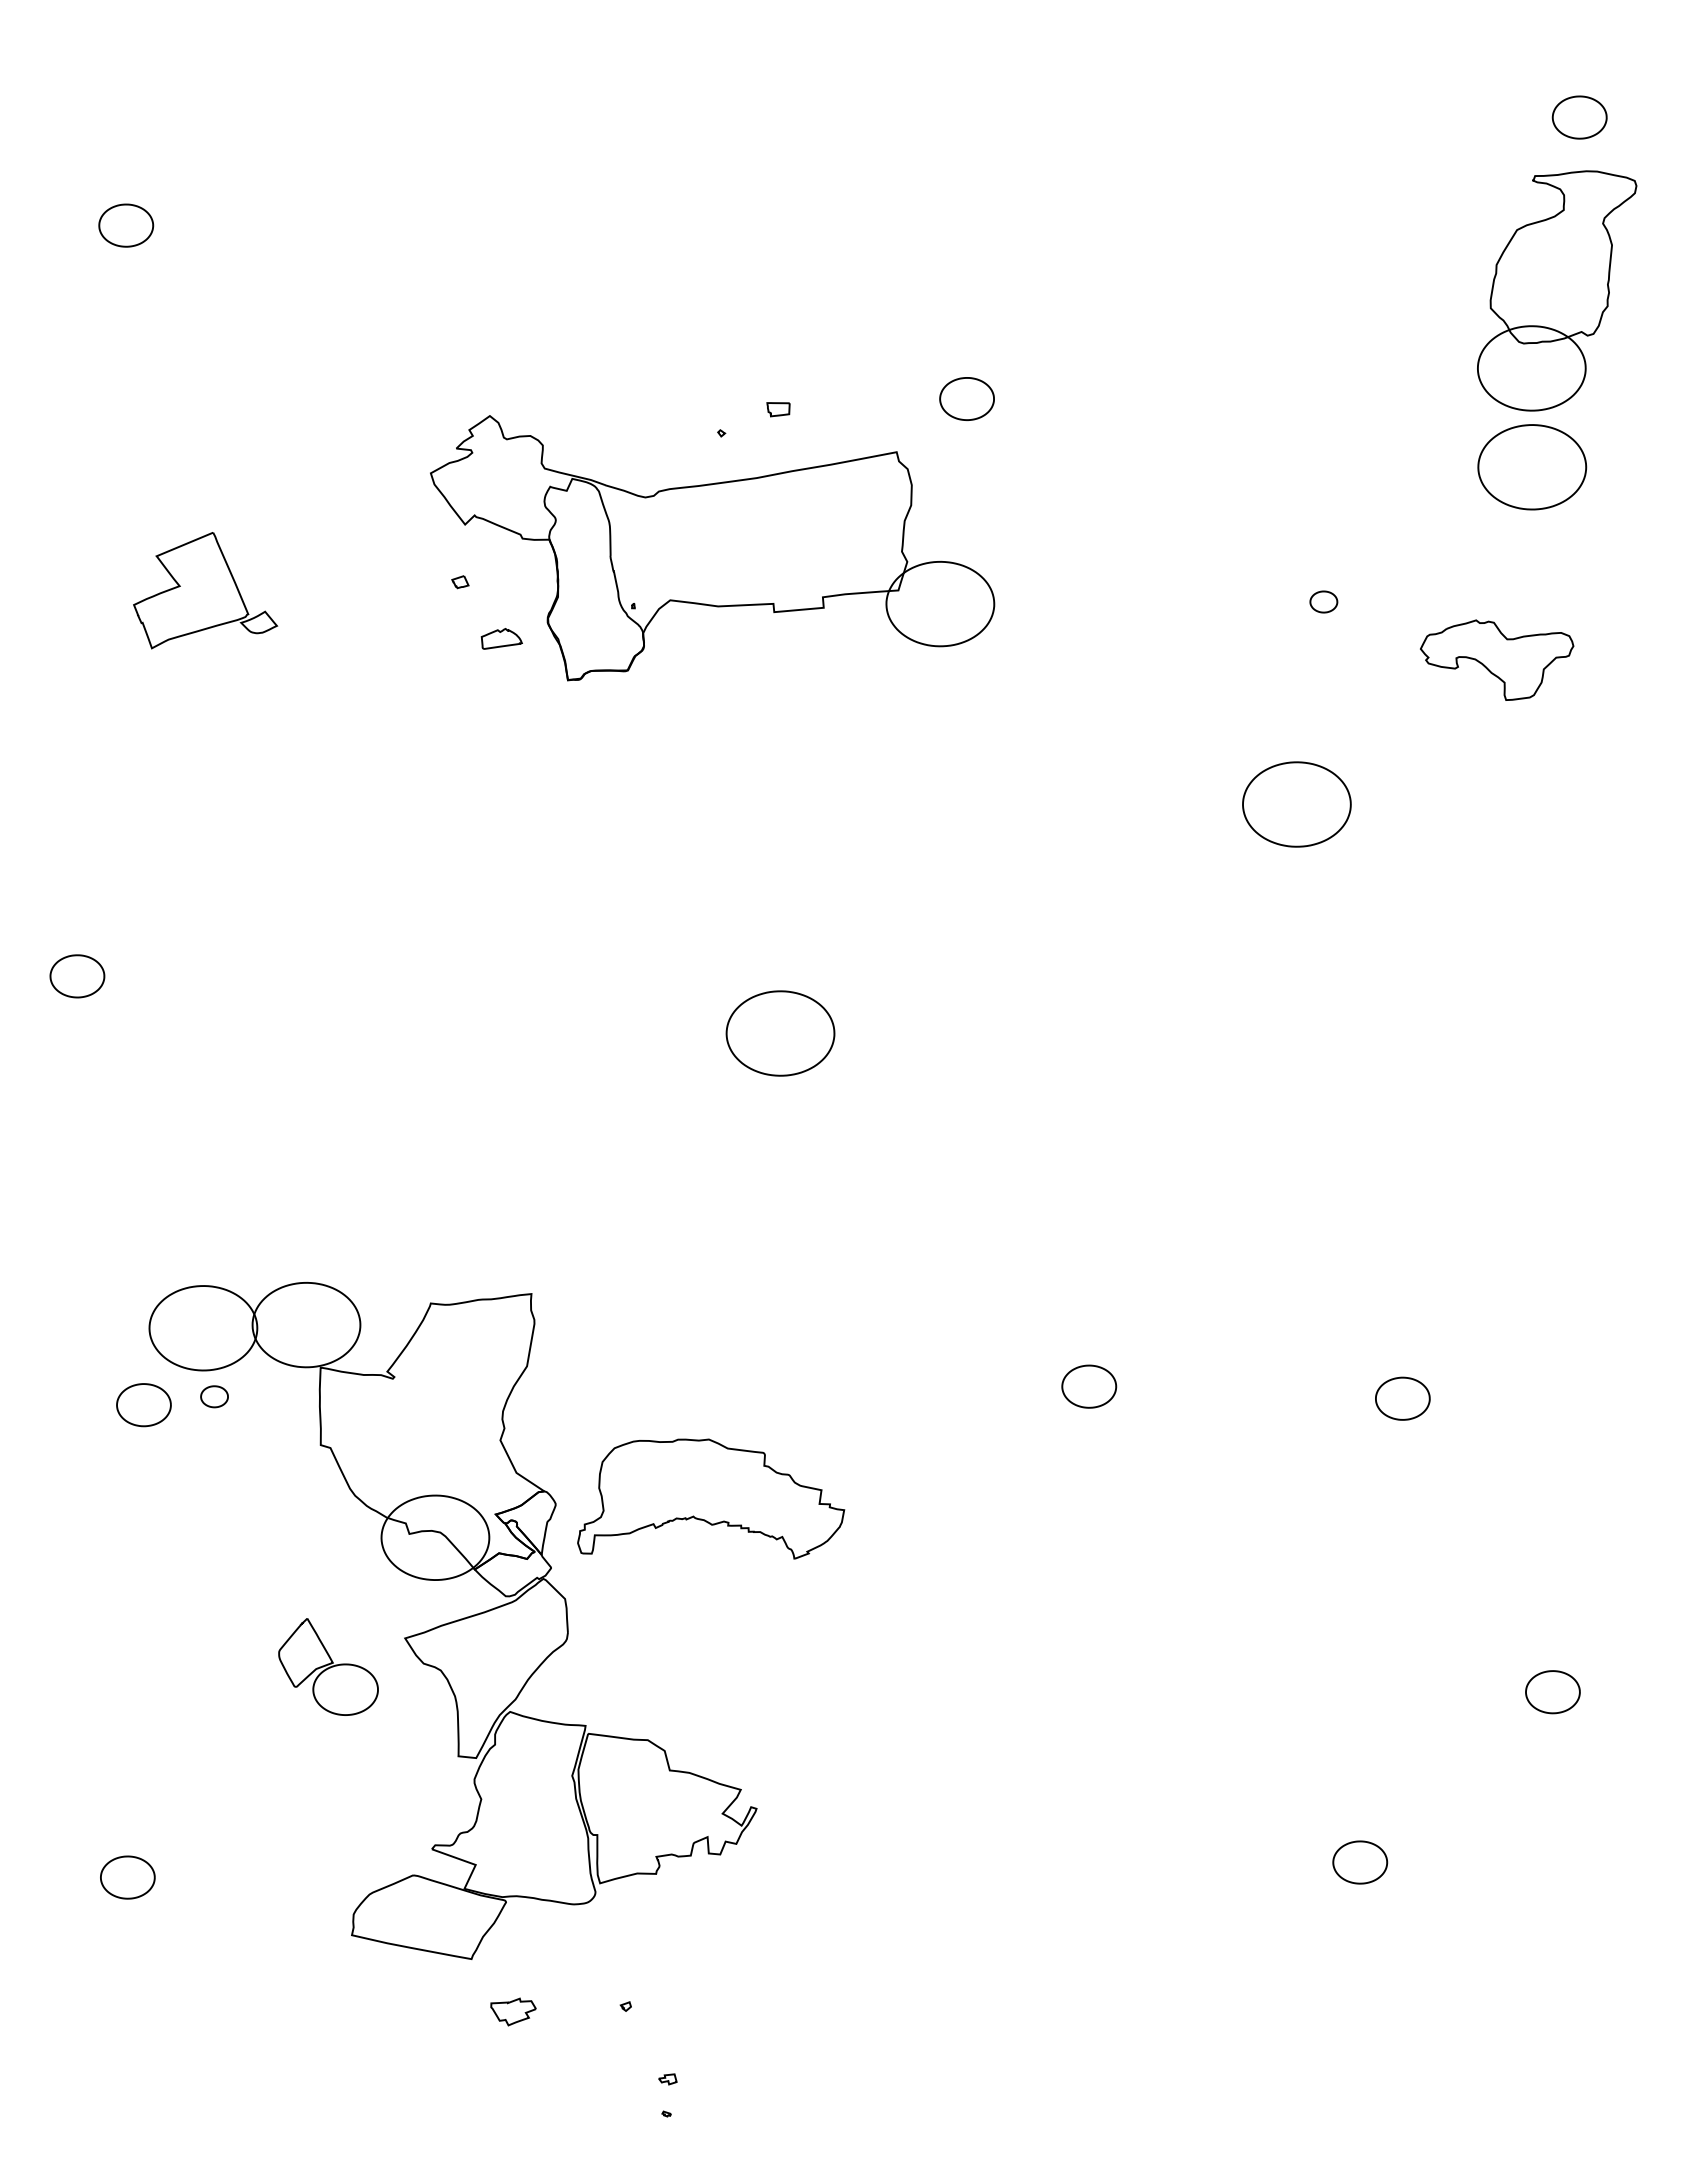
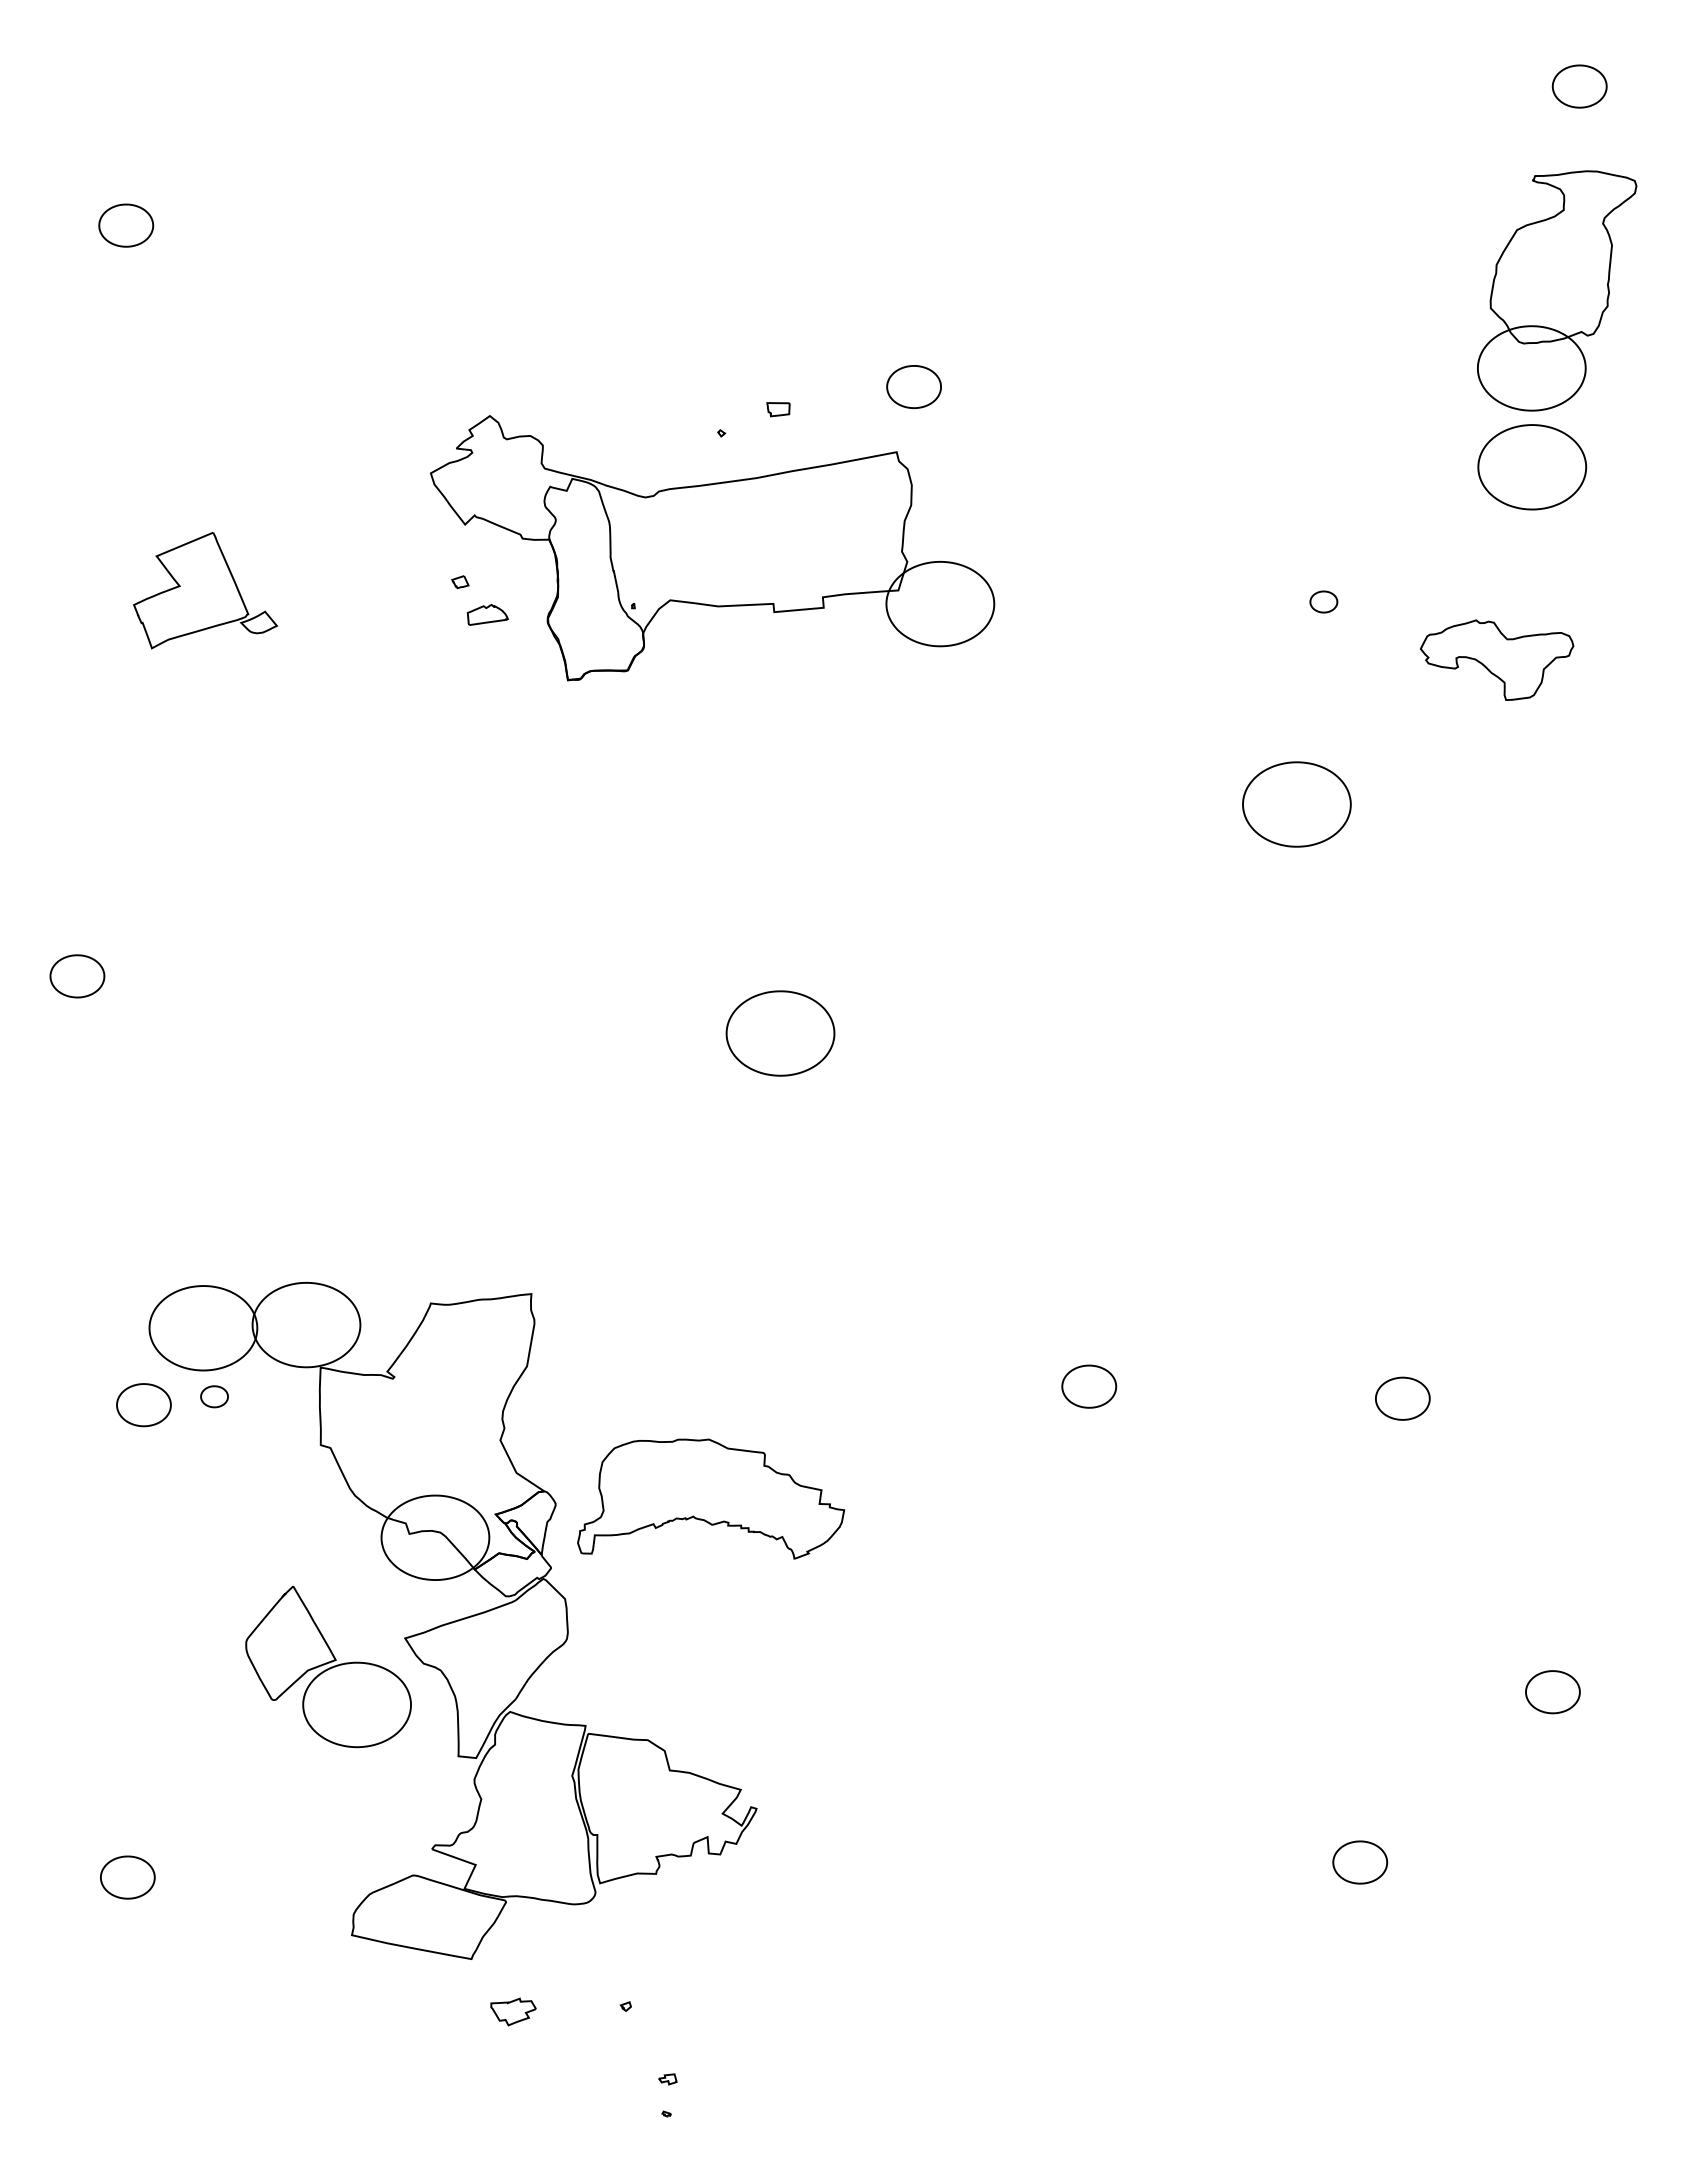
part at (1579, 117) position: (1579, 117) -> (1579, 86)
part at (966, 398) position: (966, 398) -> (913, 386)
part at (501, 638) position: (501, 638) -> (487, 614)
part at (328, 1666) size: 101x98 px -> 167x164 px
